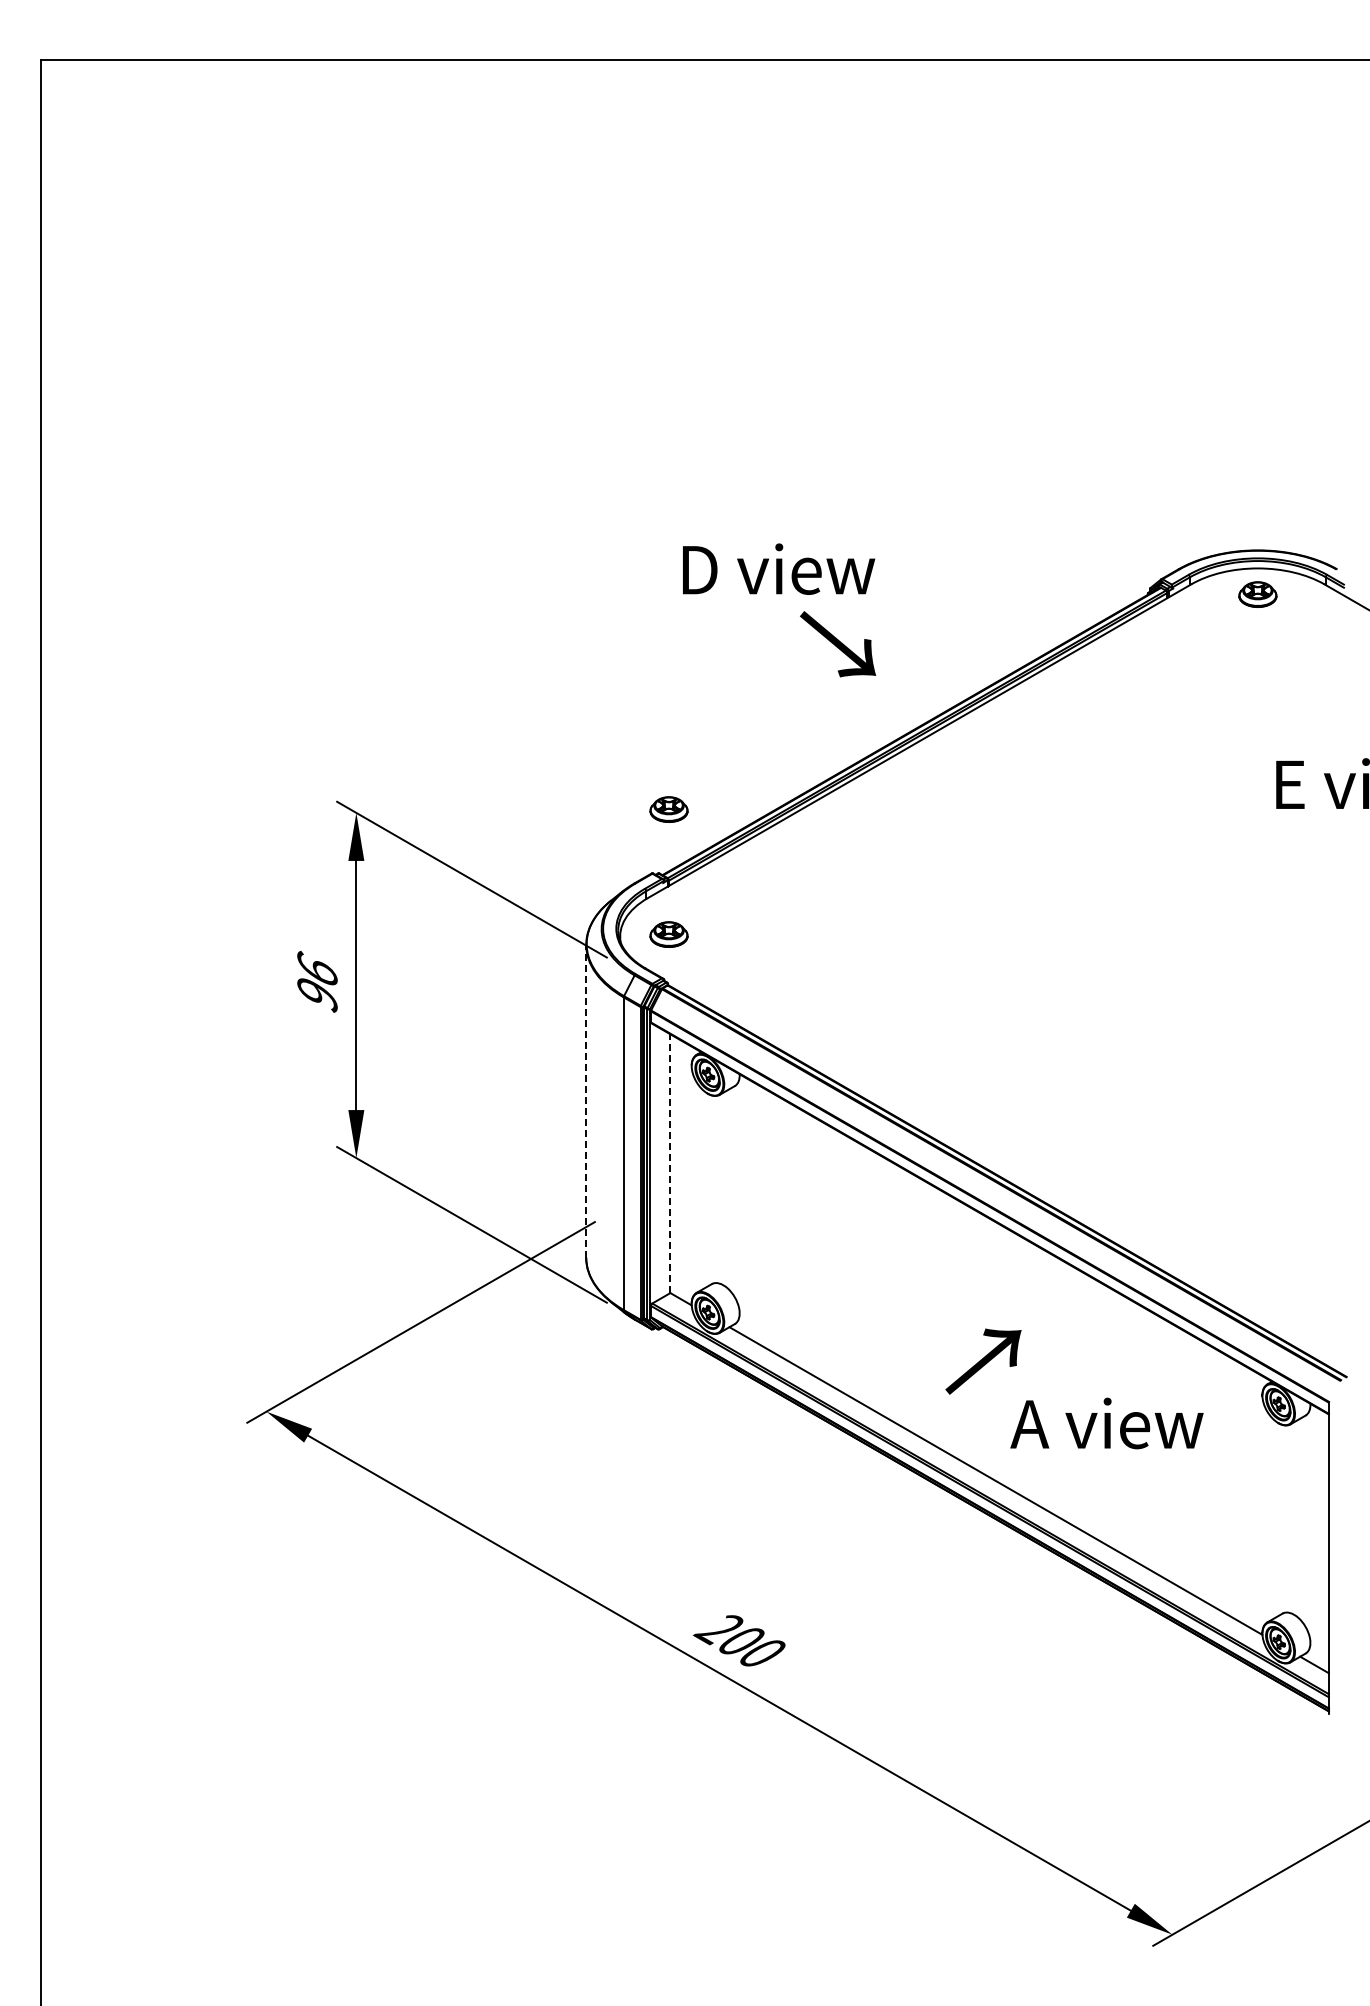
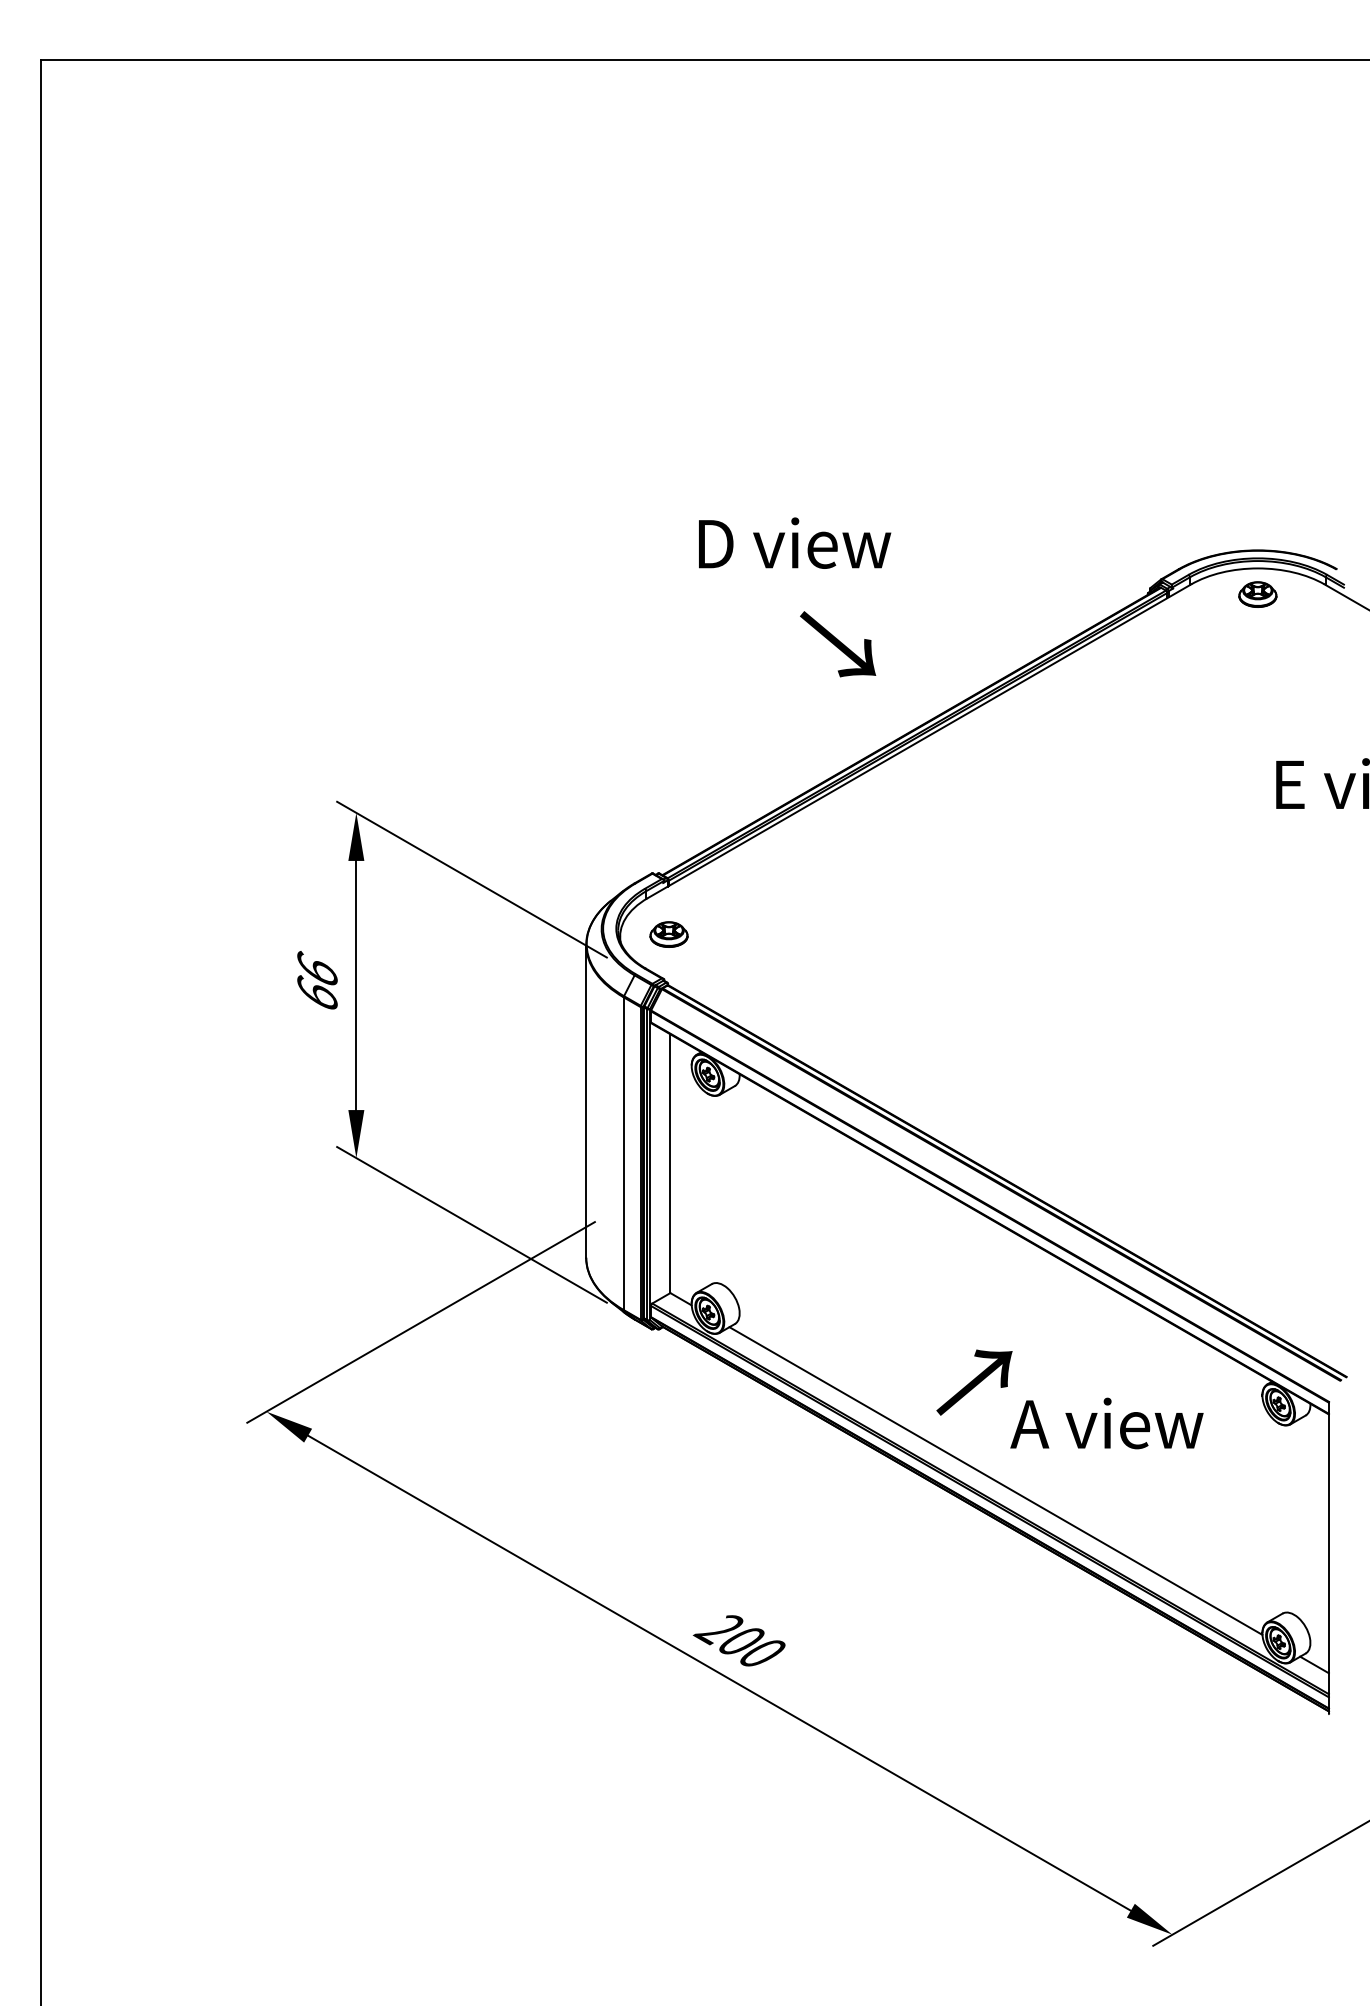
text at (779, 568) position: (779, 568) -> (795, 542)
part at (668, 809): present -> none
text at (317, 993): 96 -> 66
line at (586, 1100): dashed -> solid
line at (670, 1163): dashed -> solid
text at (983, 1361) position: (983, 1361) -> (974, 1382)
